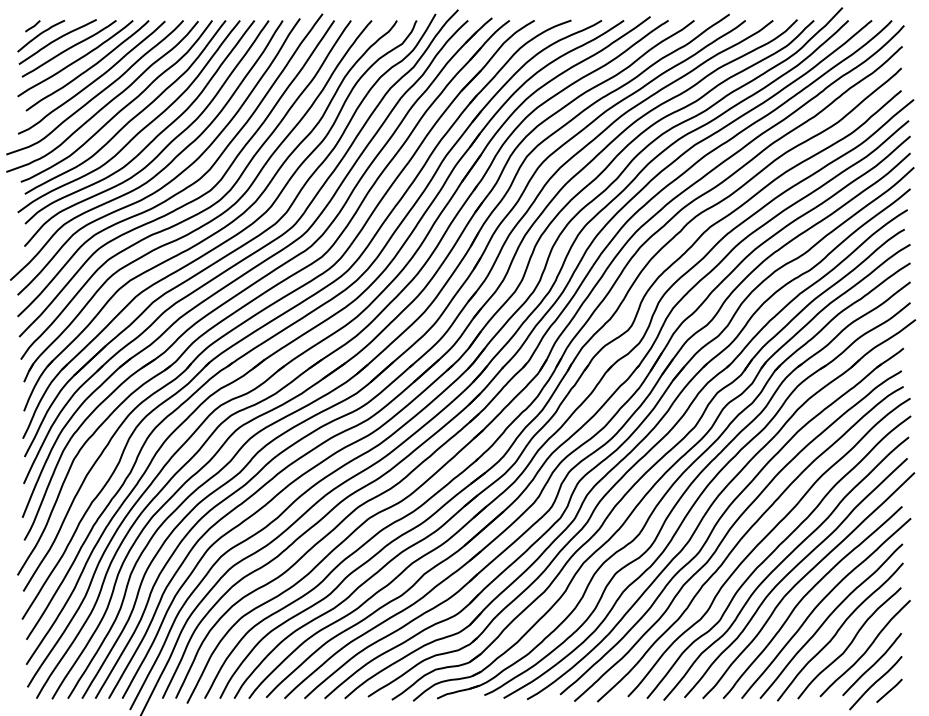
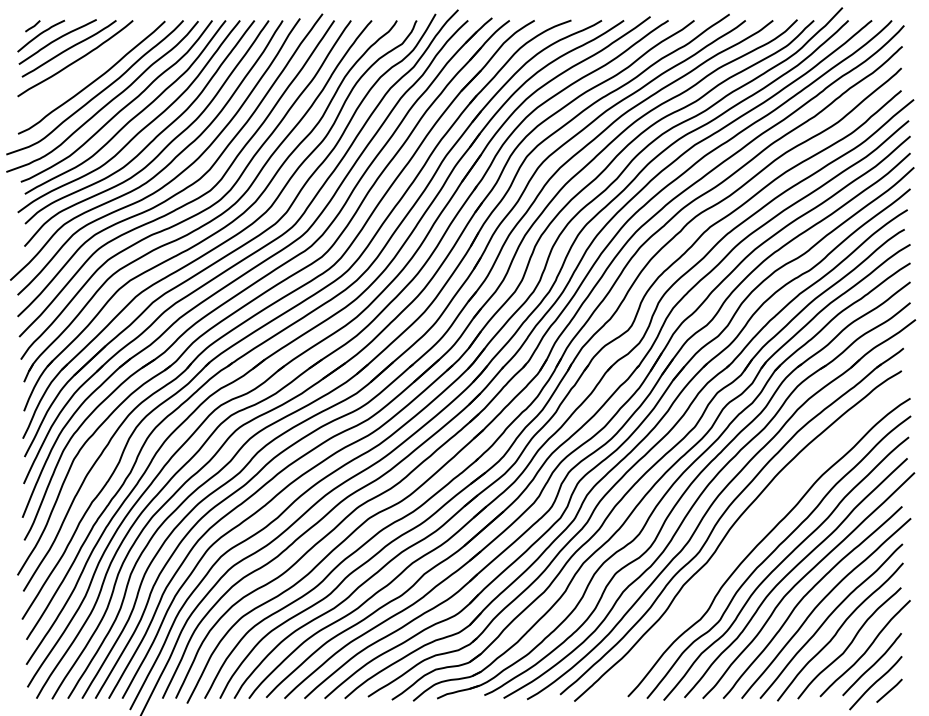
curve at (89, 67): present -> none
curve at (741, 540): present -> none
